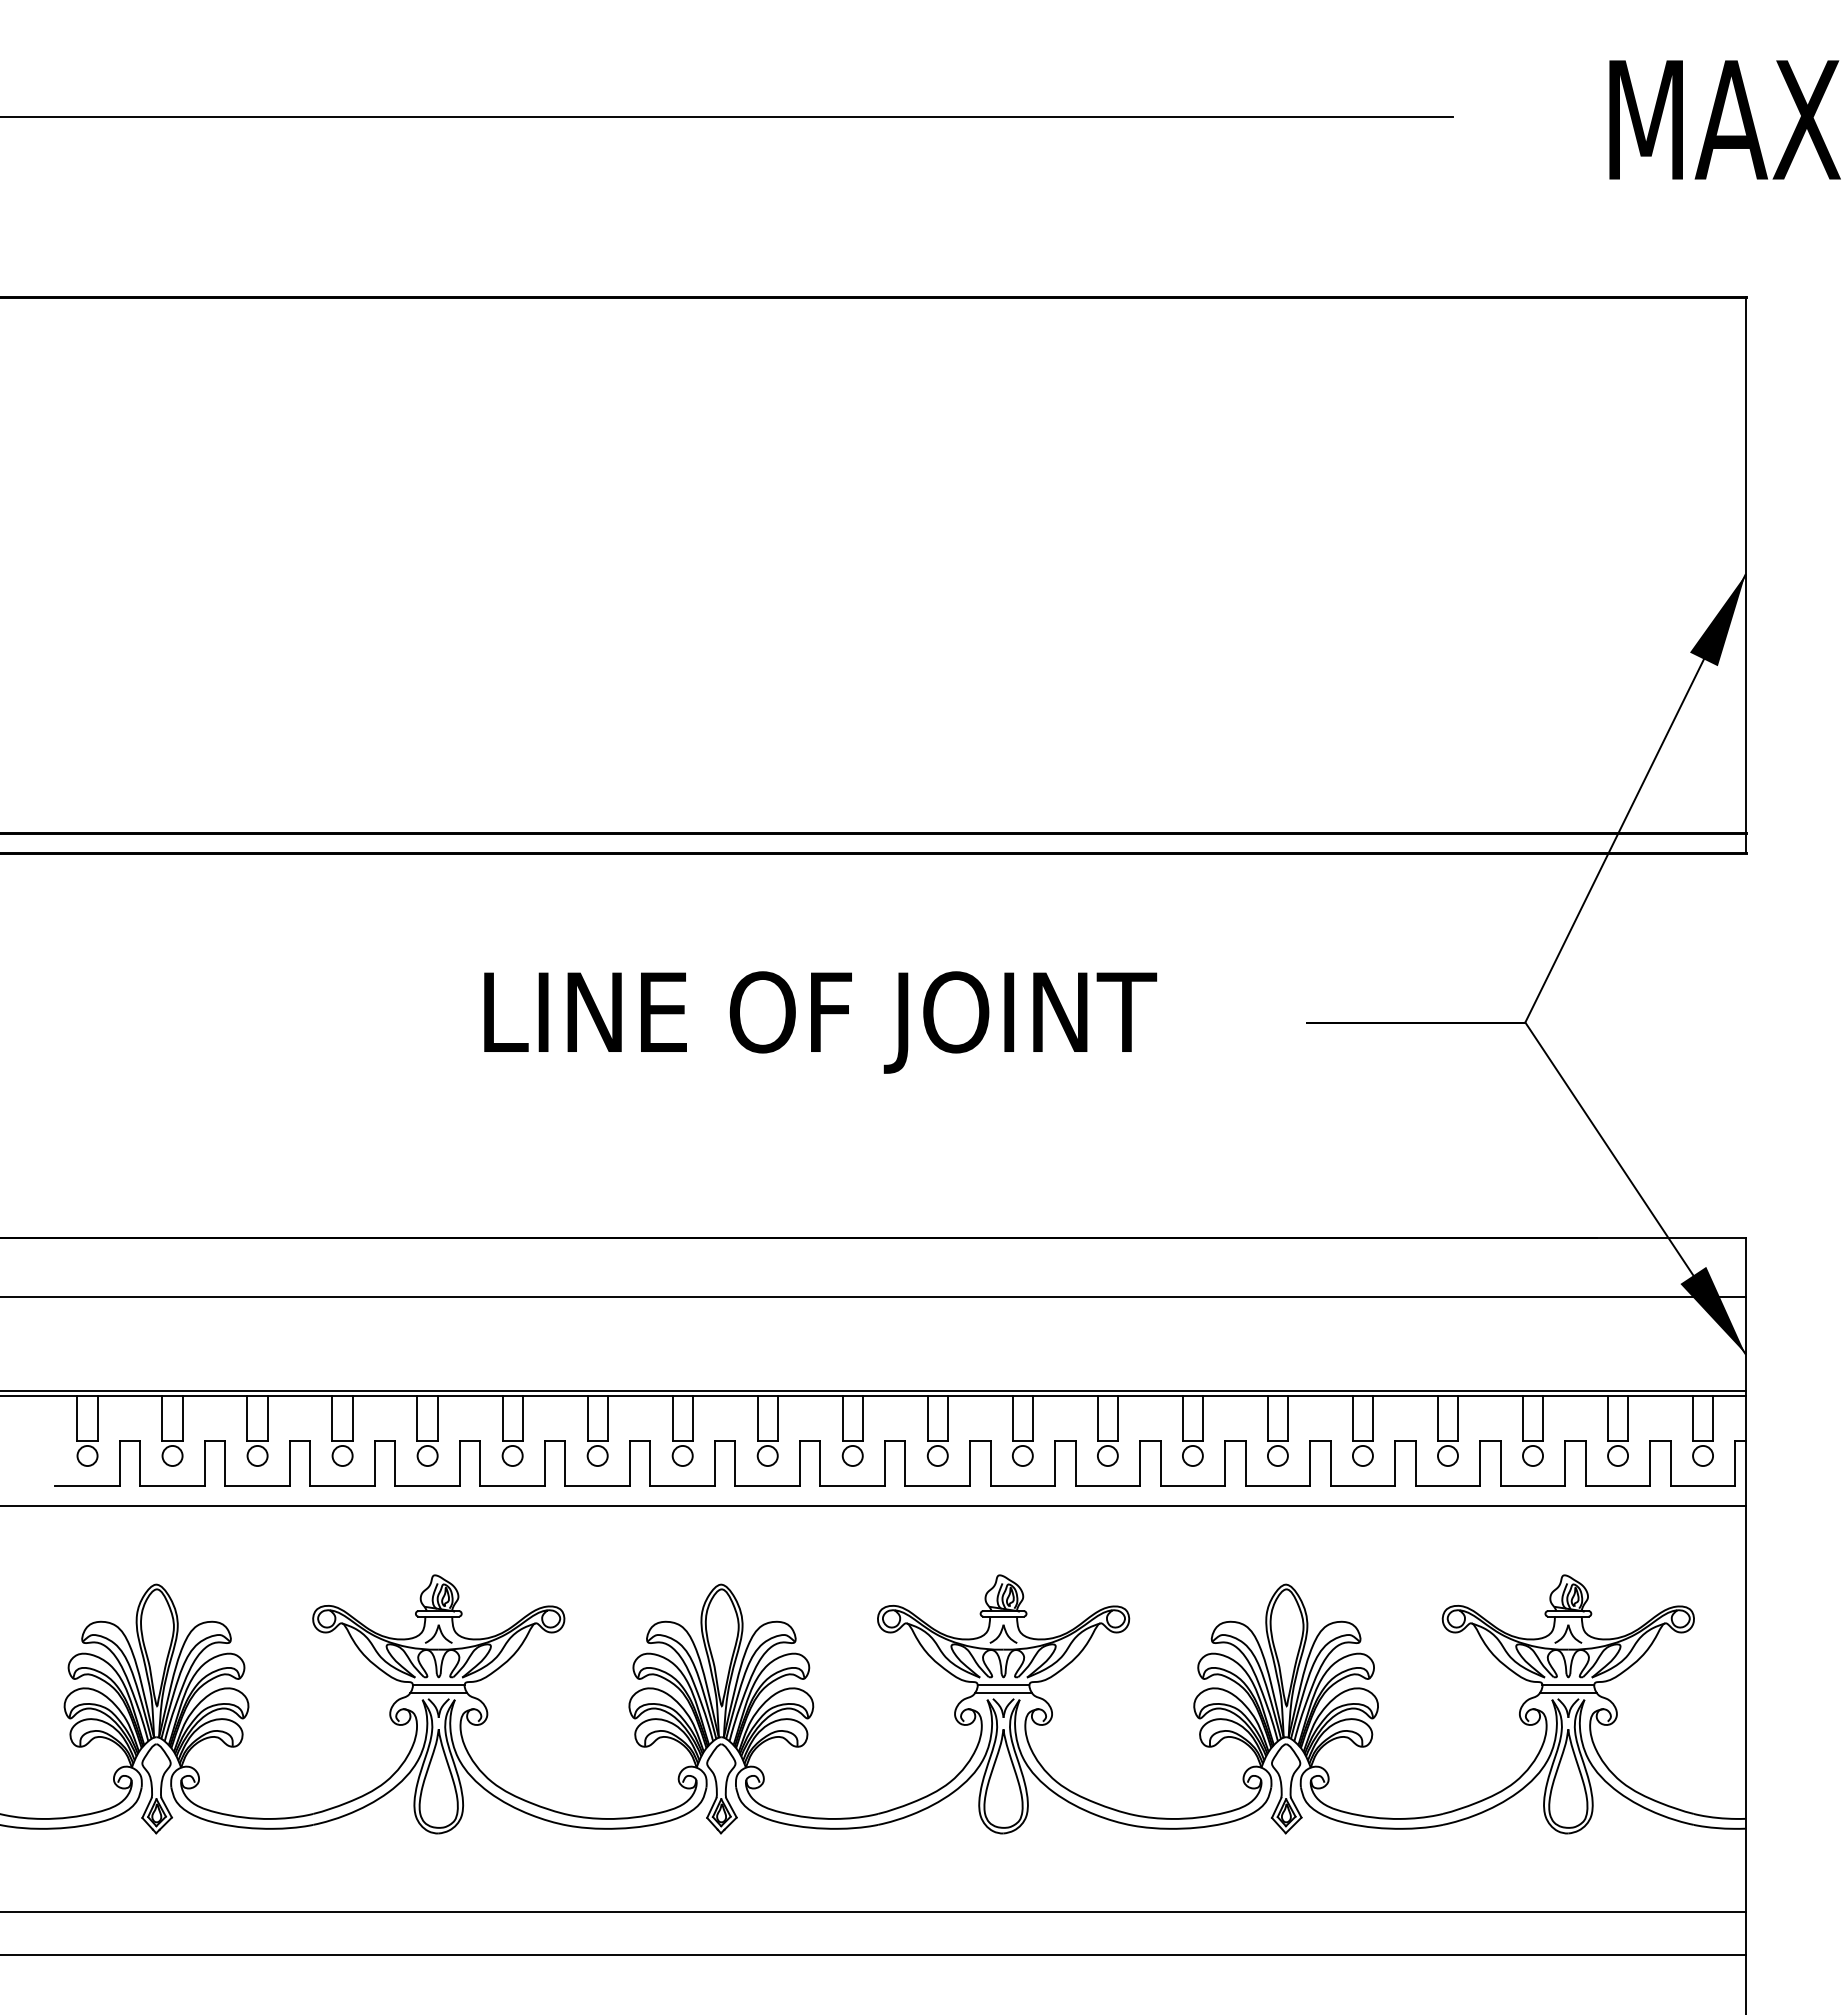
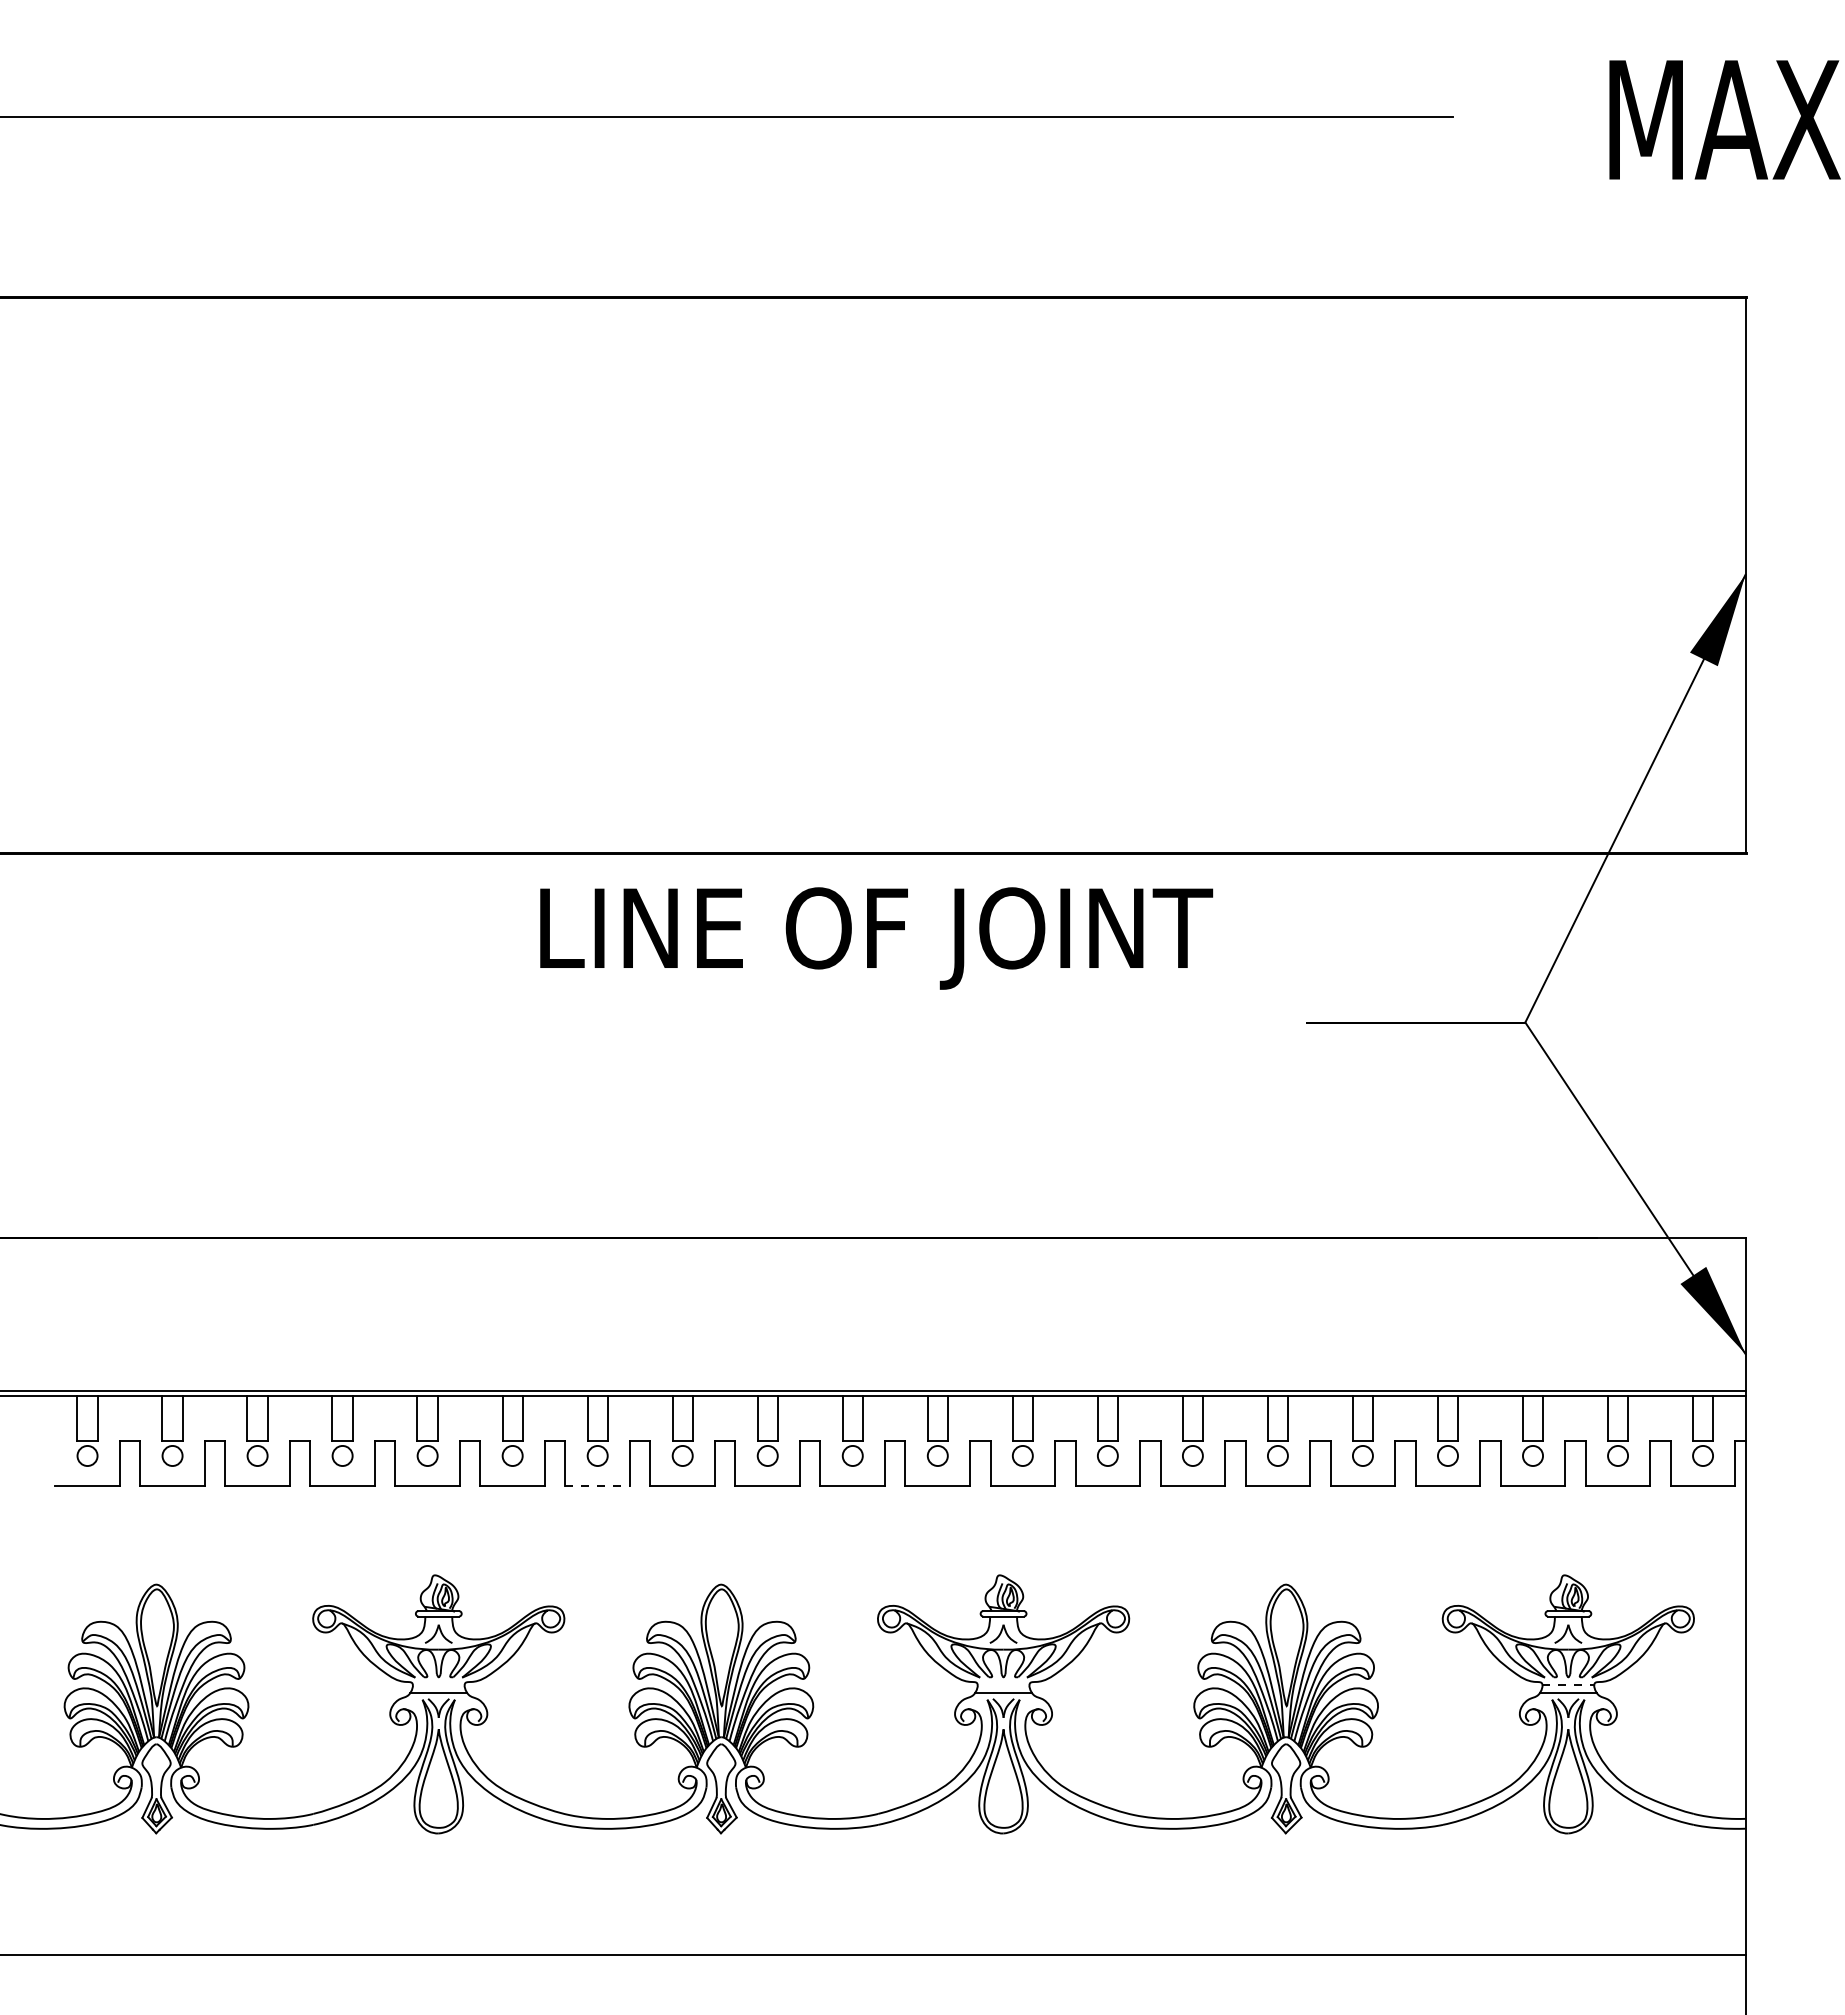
line at (873, 832): present -> none
text at (820, 1022) position: (820, 1022) -> (876, 938)
line at (873, 1297): present -> none
line at (598, 1485): solid -> dashed
line at (873, 1505): present -> none
line at (438, 1684): present -> none
line at (1003, 1684): present -> none
line at (1568, 1684): solid -> dashed
line at (873, 1912): present -> none
